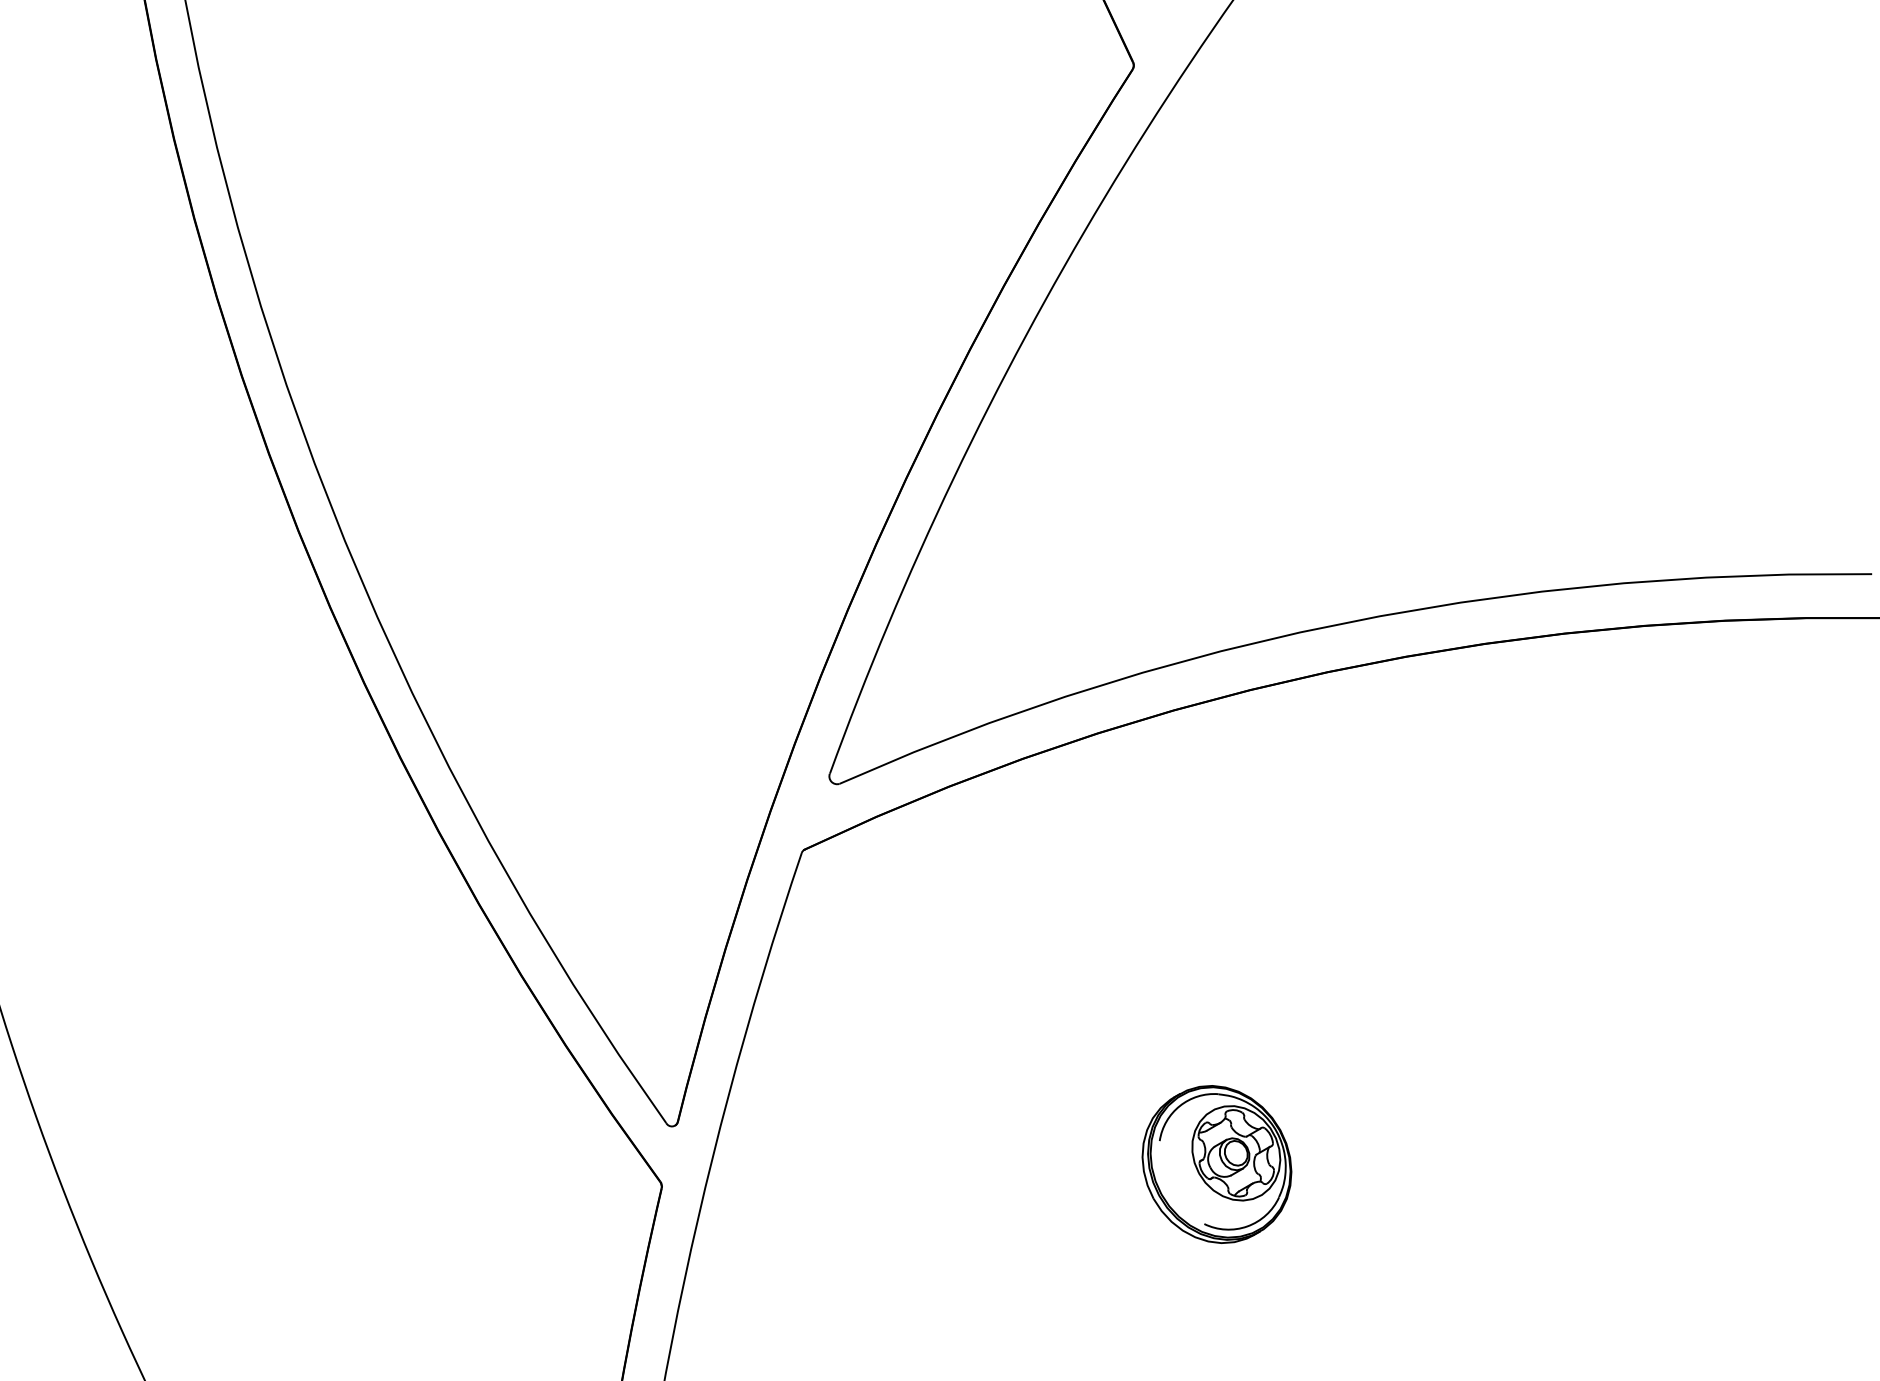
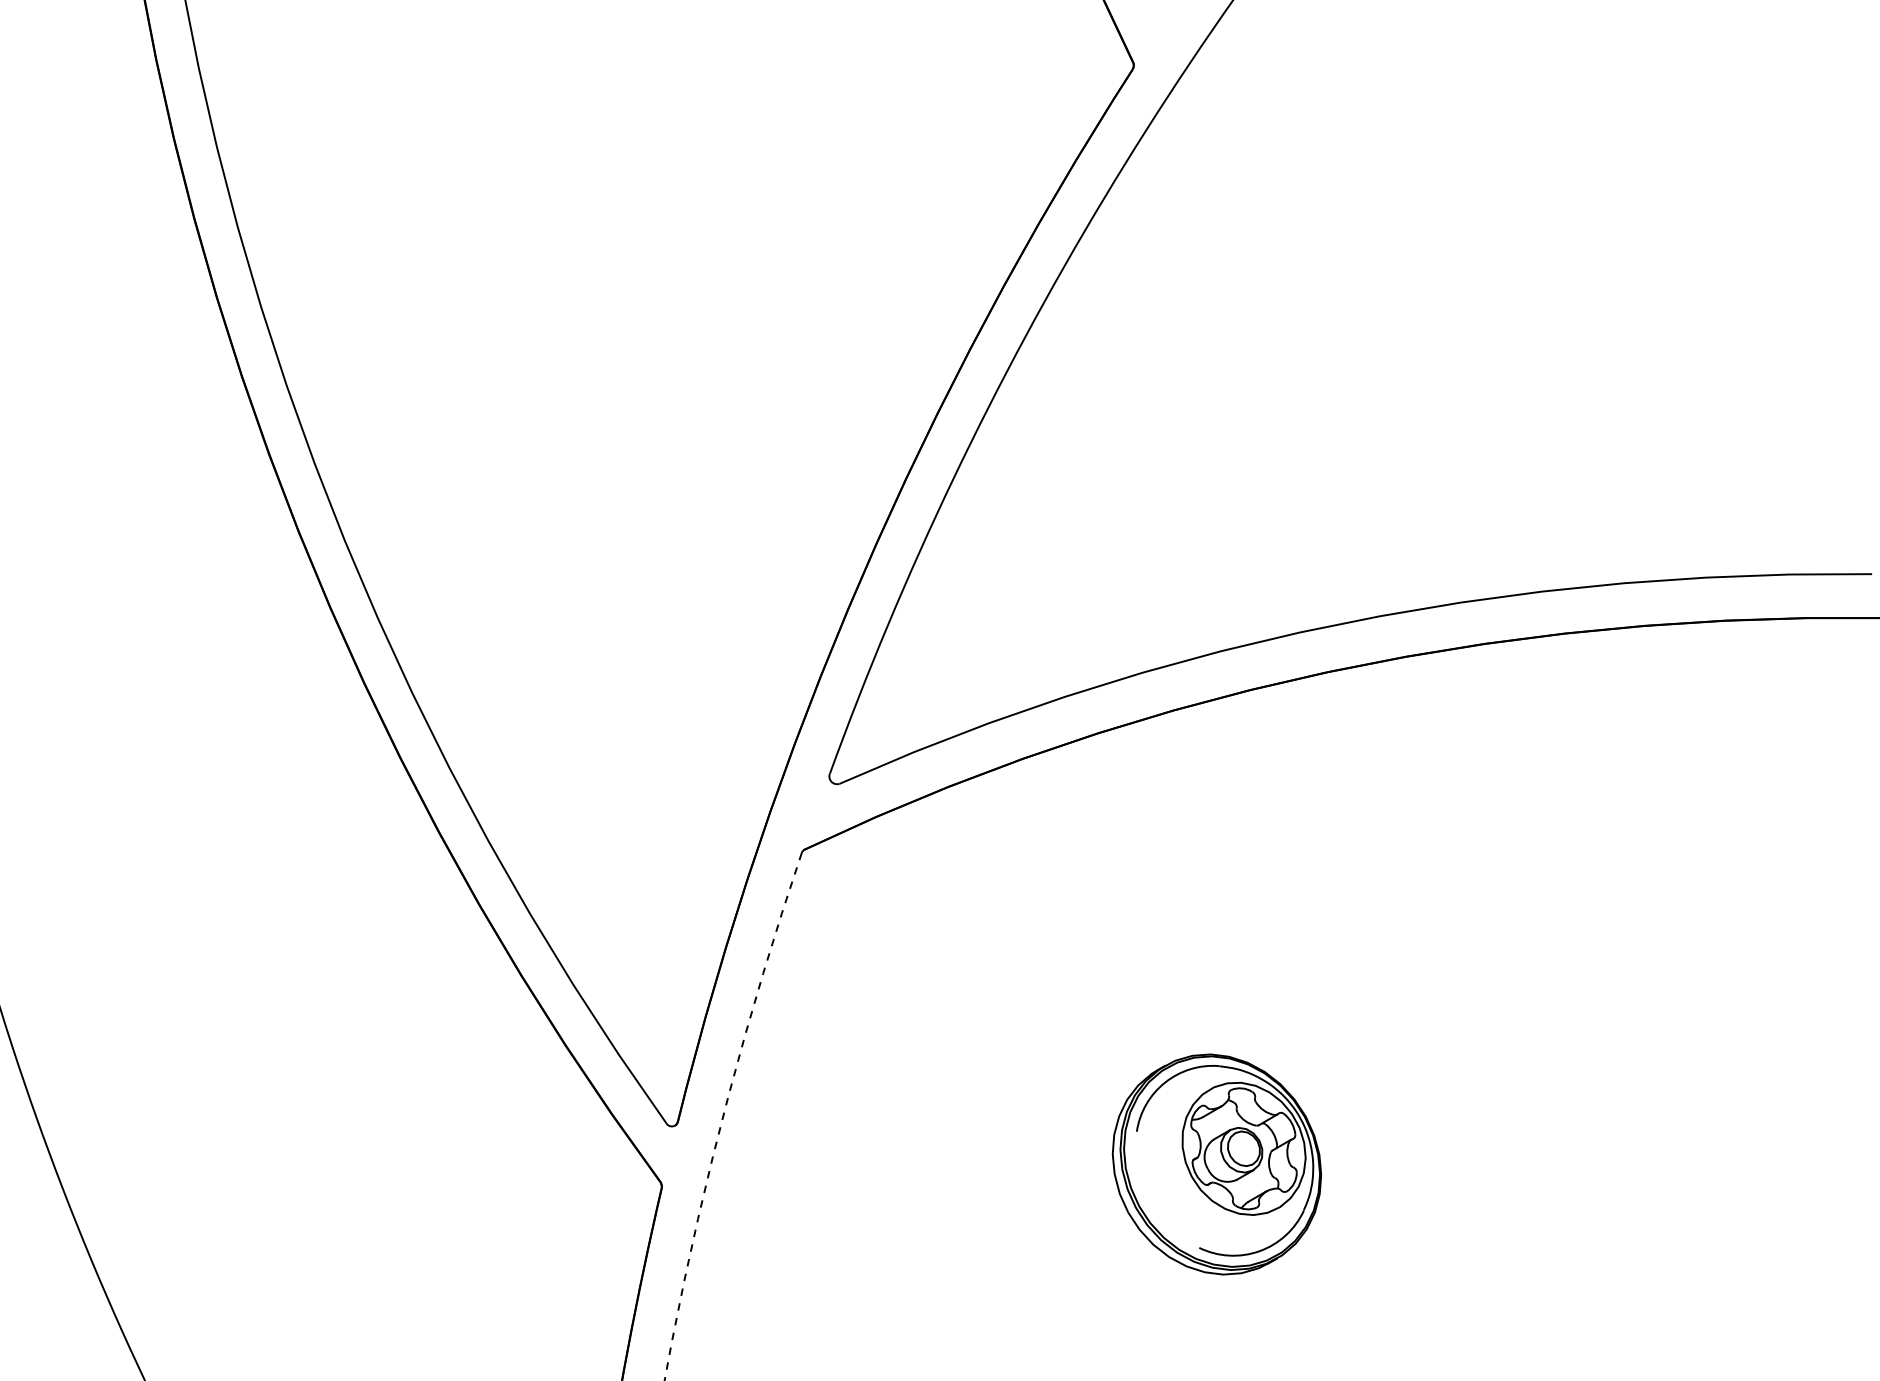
arc at (723, 1114): solid -> dashed
part at (1216, 1164) size: 152x159 px -> 212x223 px
